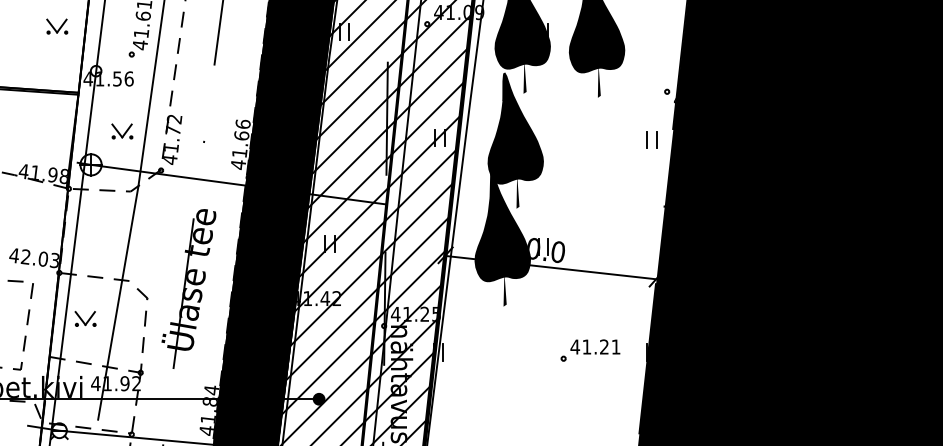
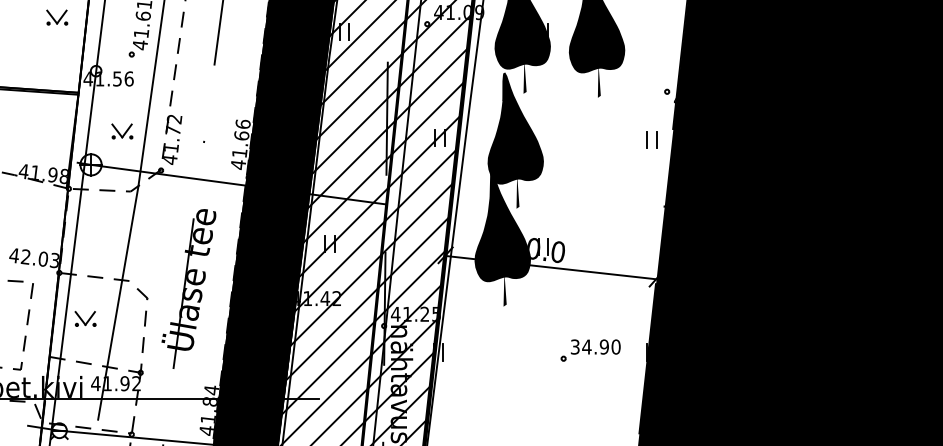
part at (57, 26) position: (57, 26) -> (57, 17)
text at (595, 346): 41.21 -> 34.90
fill at (318, 398): present -> none
